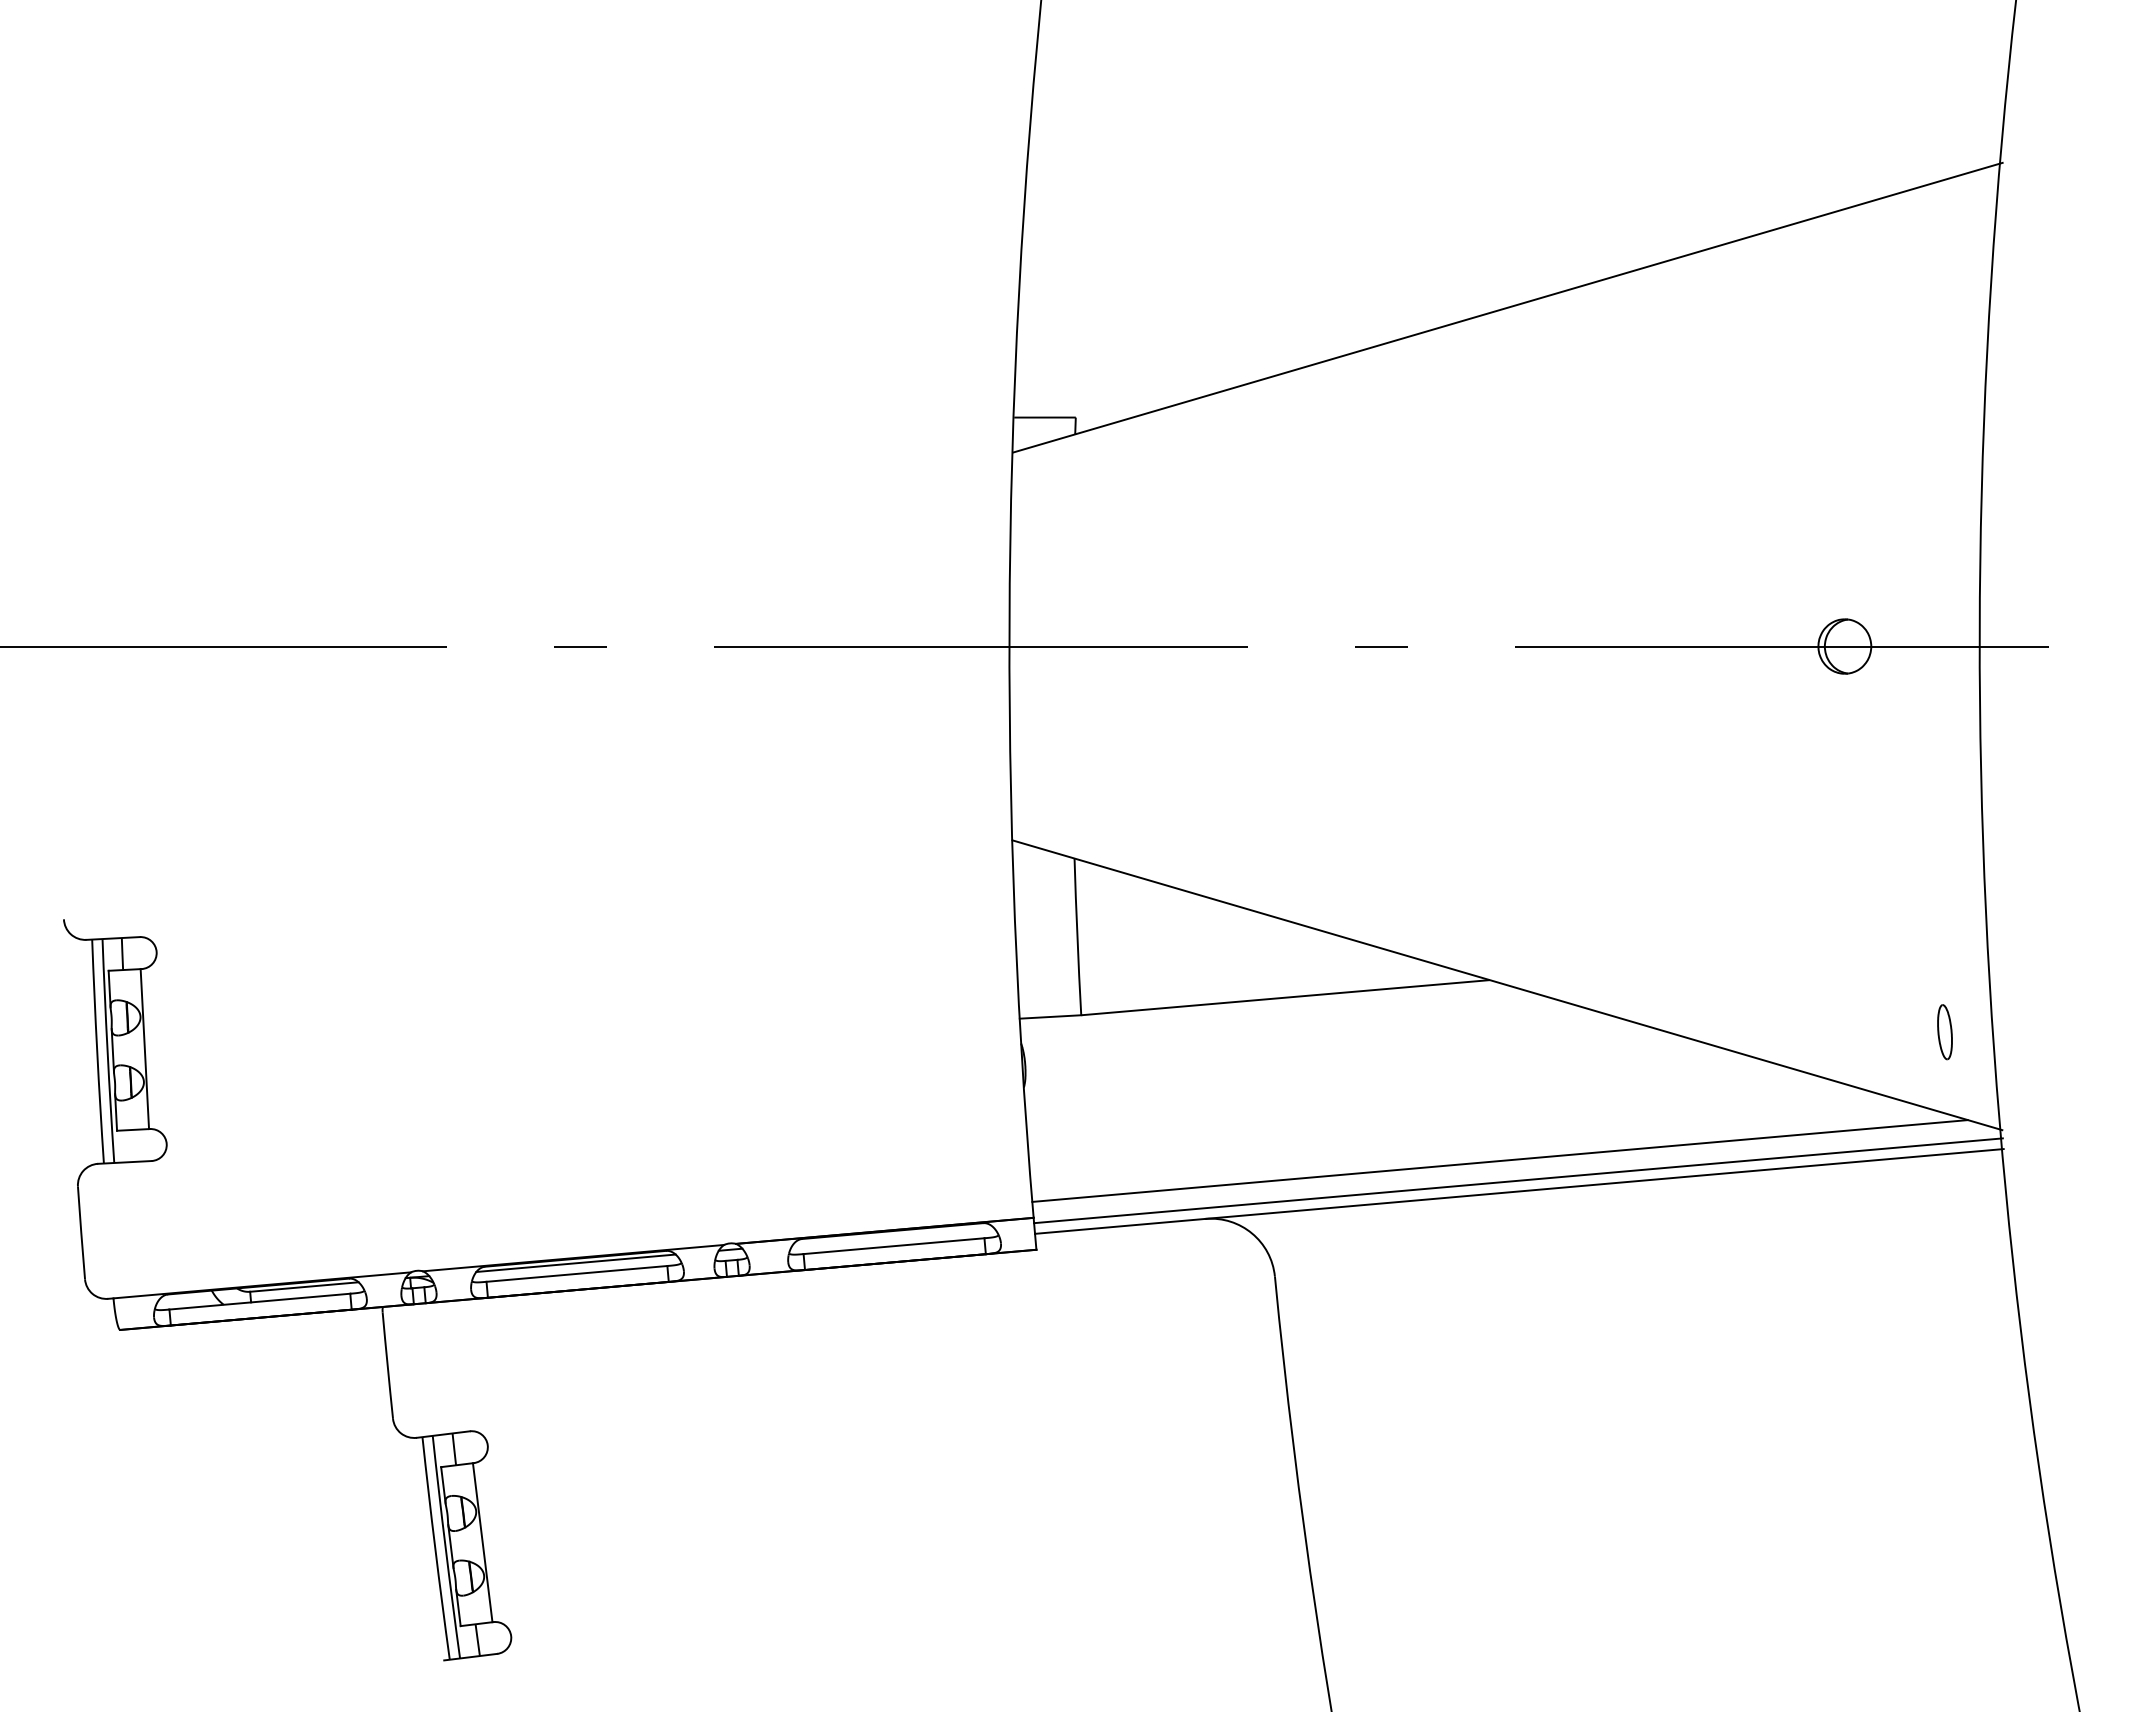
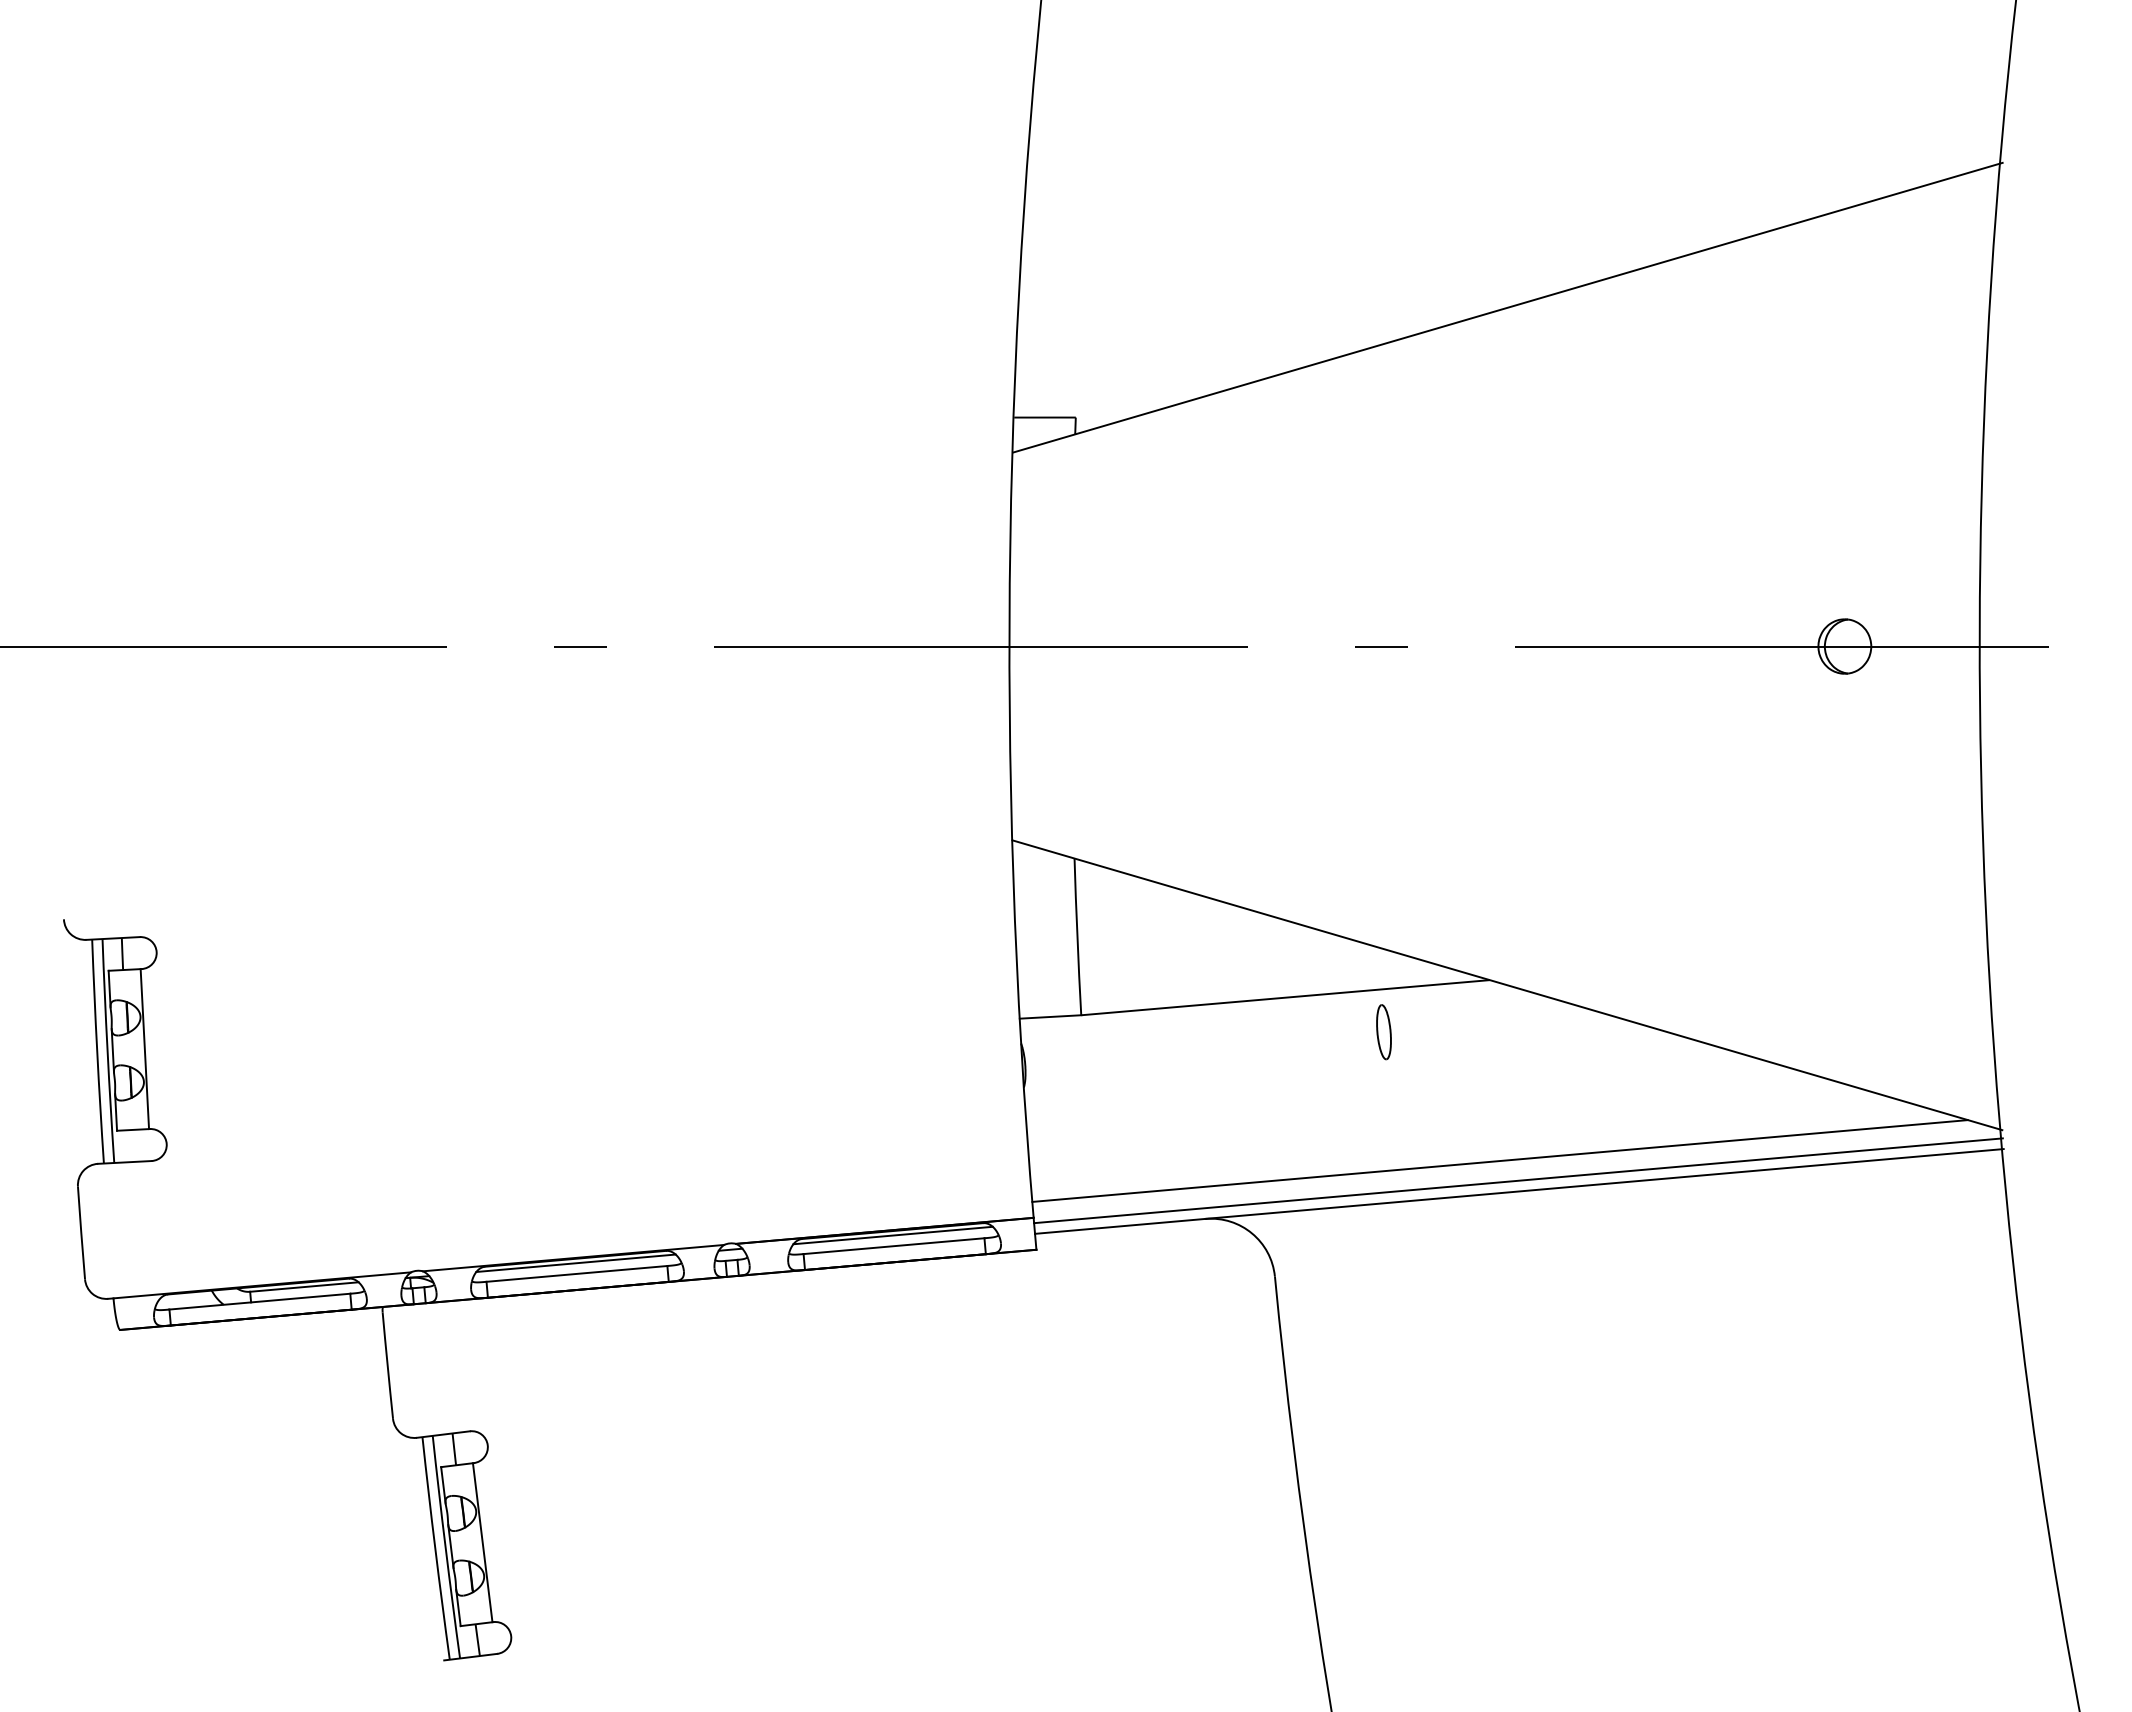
part at (1944, 1032) position: (1944, 1032) -> (1383, 1032)
line at (892, 1235): none -> present
